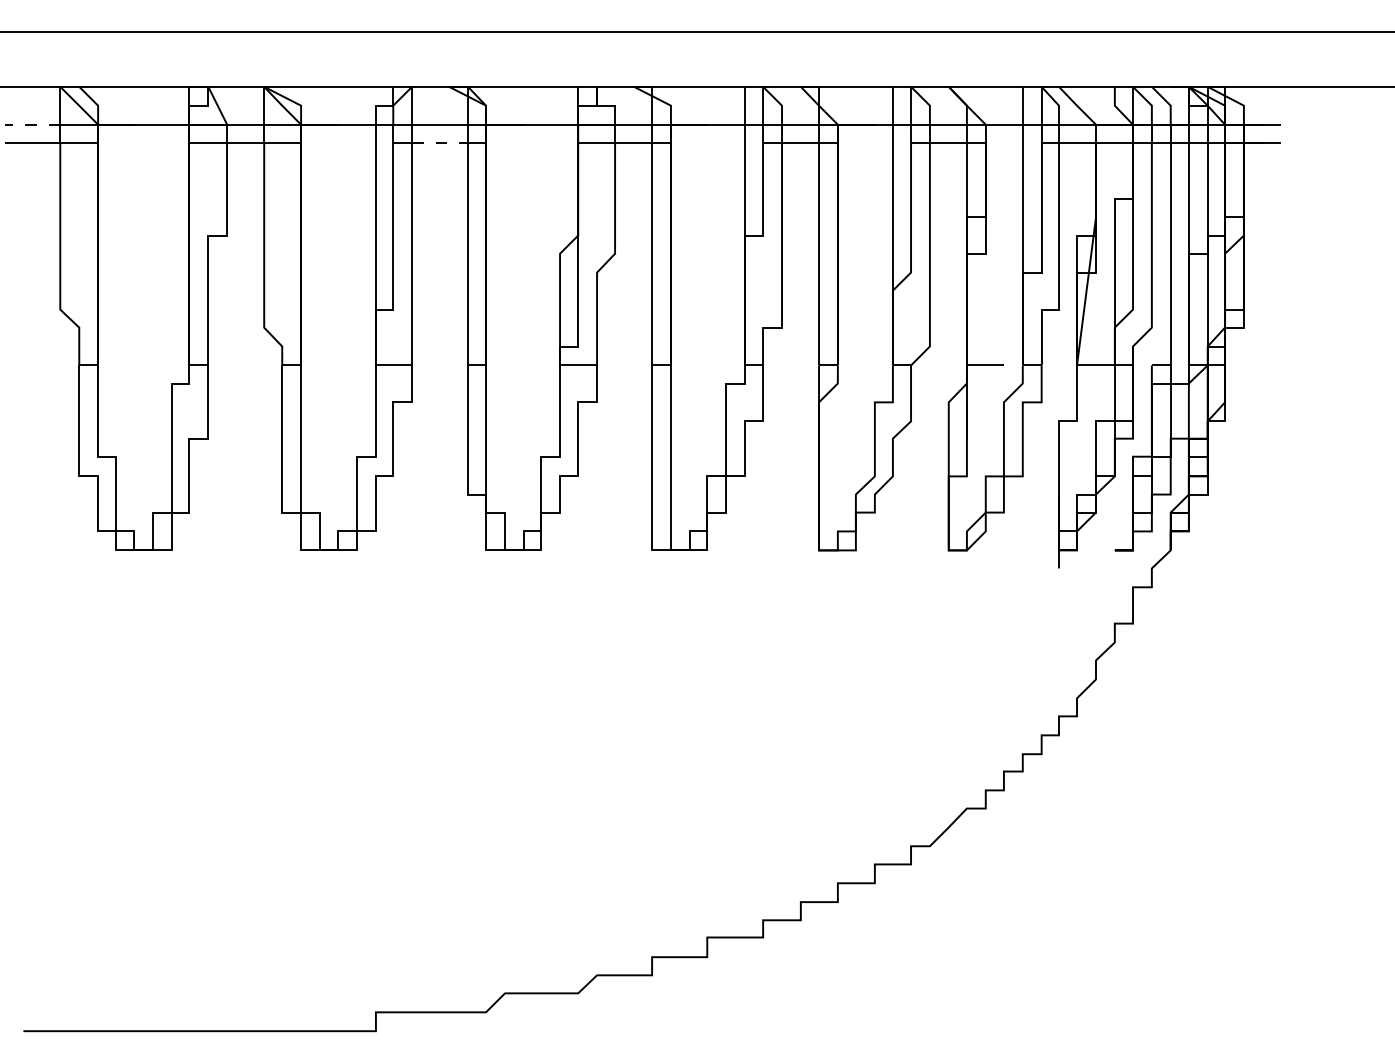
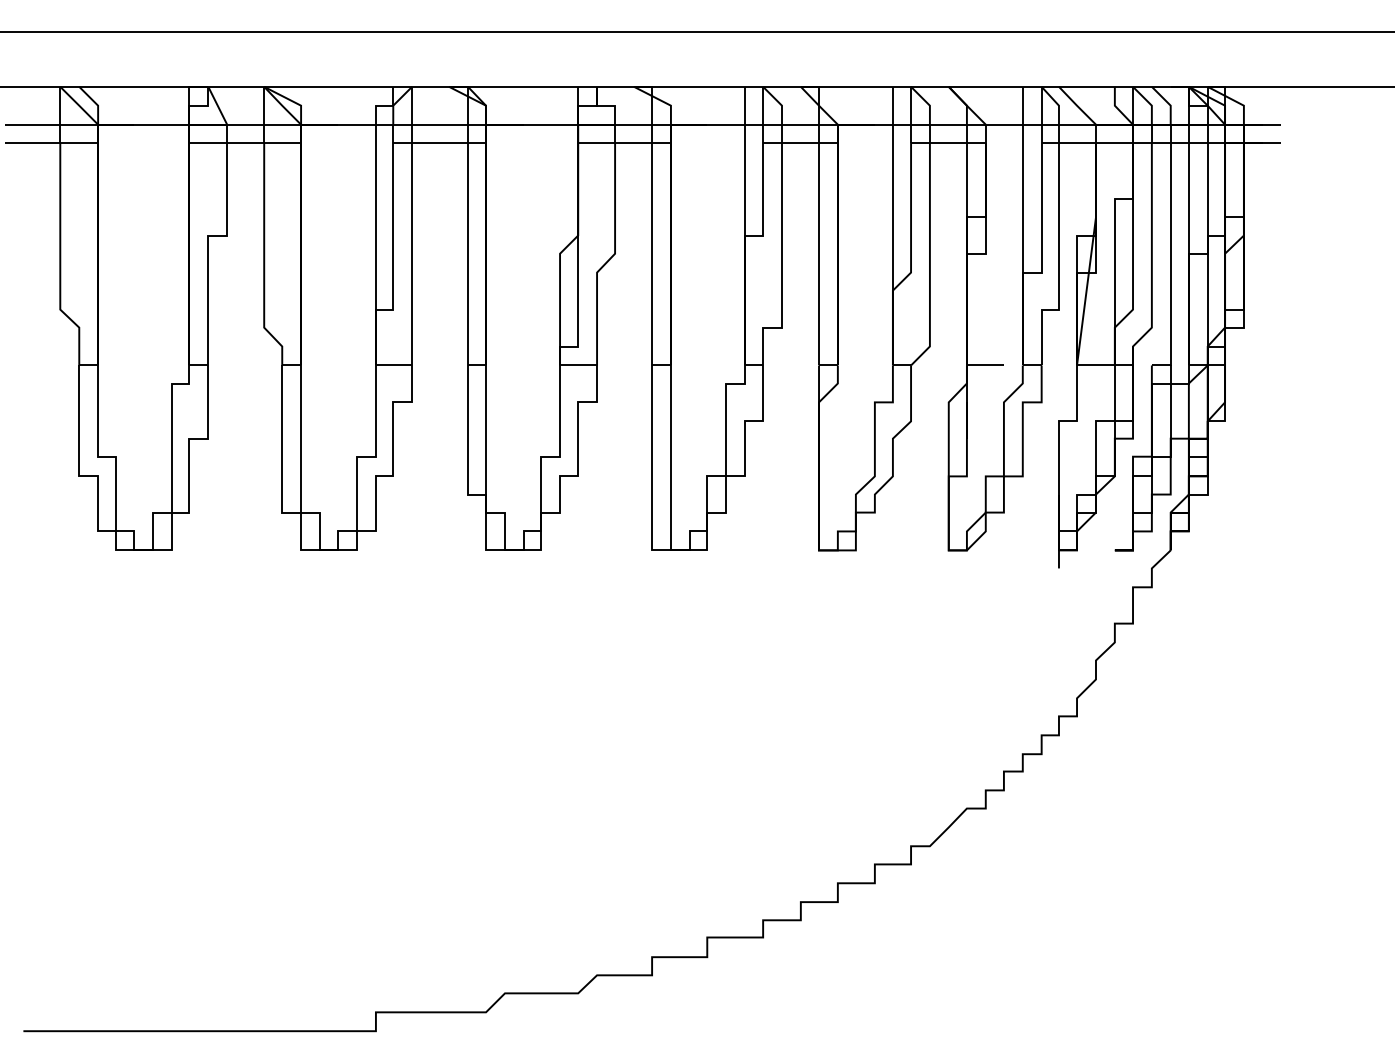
line at (32, 124): dashed -> solid
line at (440, 142): dashed -> solid
